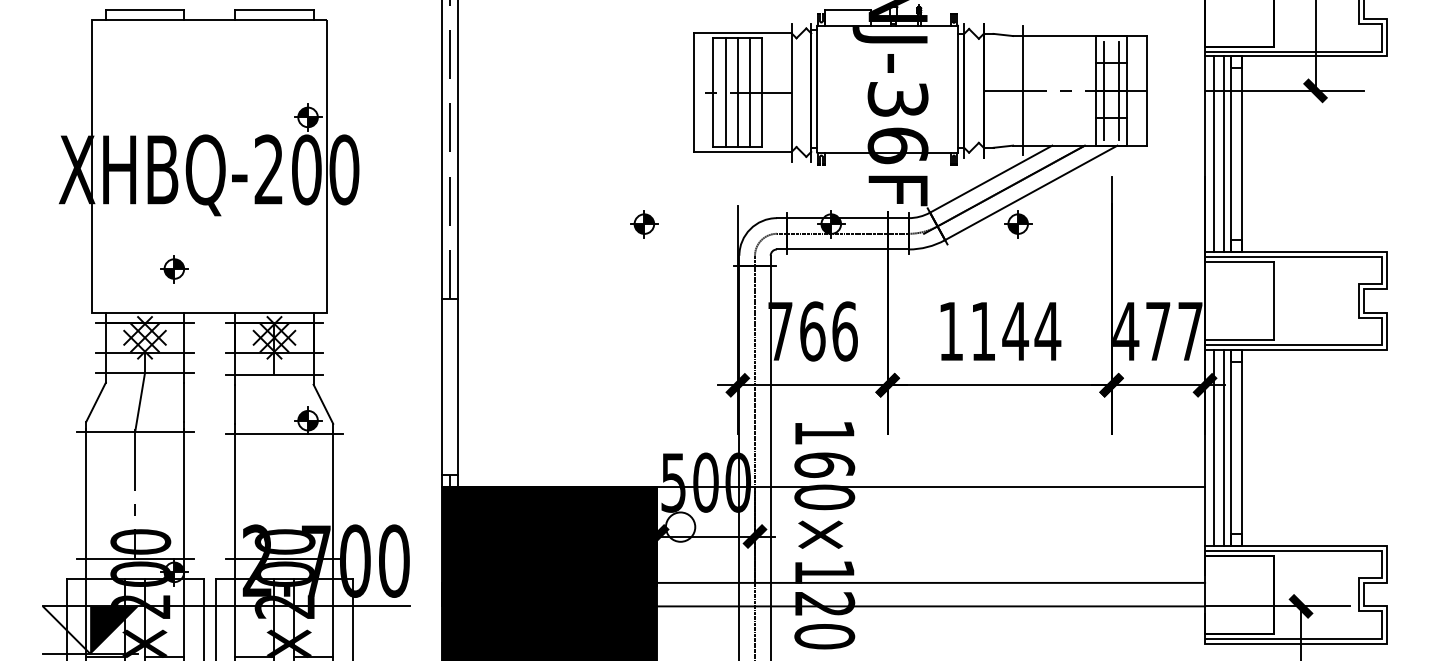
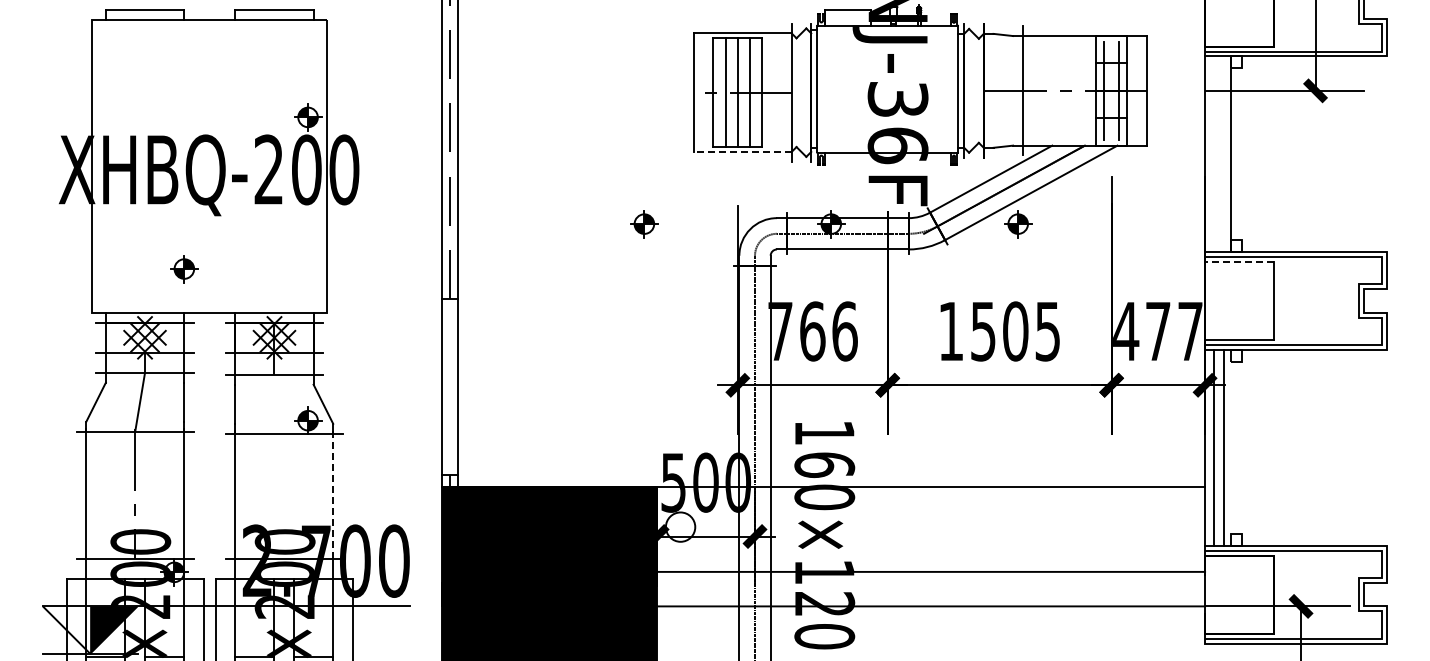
line at (742, 151): solid -> dashed
line at (1213, 154): present -> none
line at (1223, 154): present -> none
line at (1242, 154): present -> none
line at (1238, 261): solid -> dashed
part at (174, 269) position: (174, 269) -> (184, 269)
text at (1016, 331): 1144 -> 1505
line at (1230, 447): present -> none
line at (1242, 447): present -> none
line at (333, 495): solid -> dashed
line at (931, 582) position: (931, 582) -> (931, 571)
